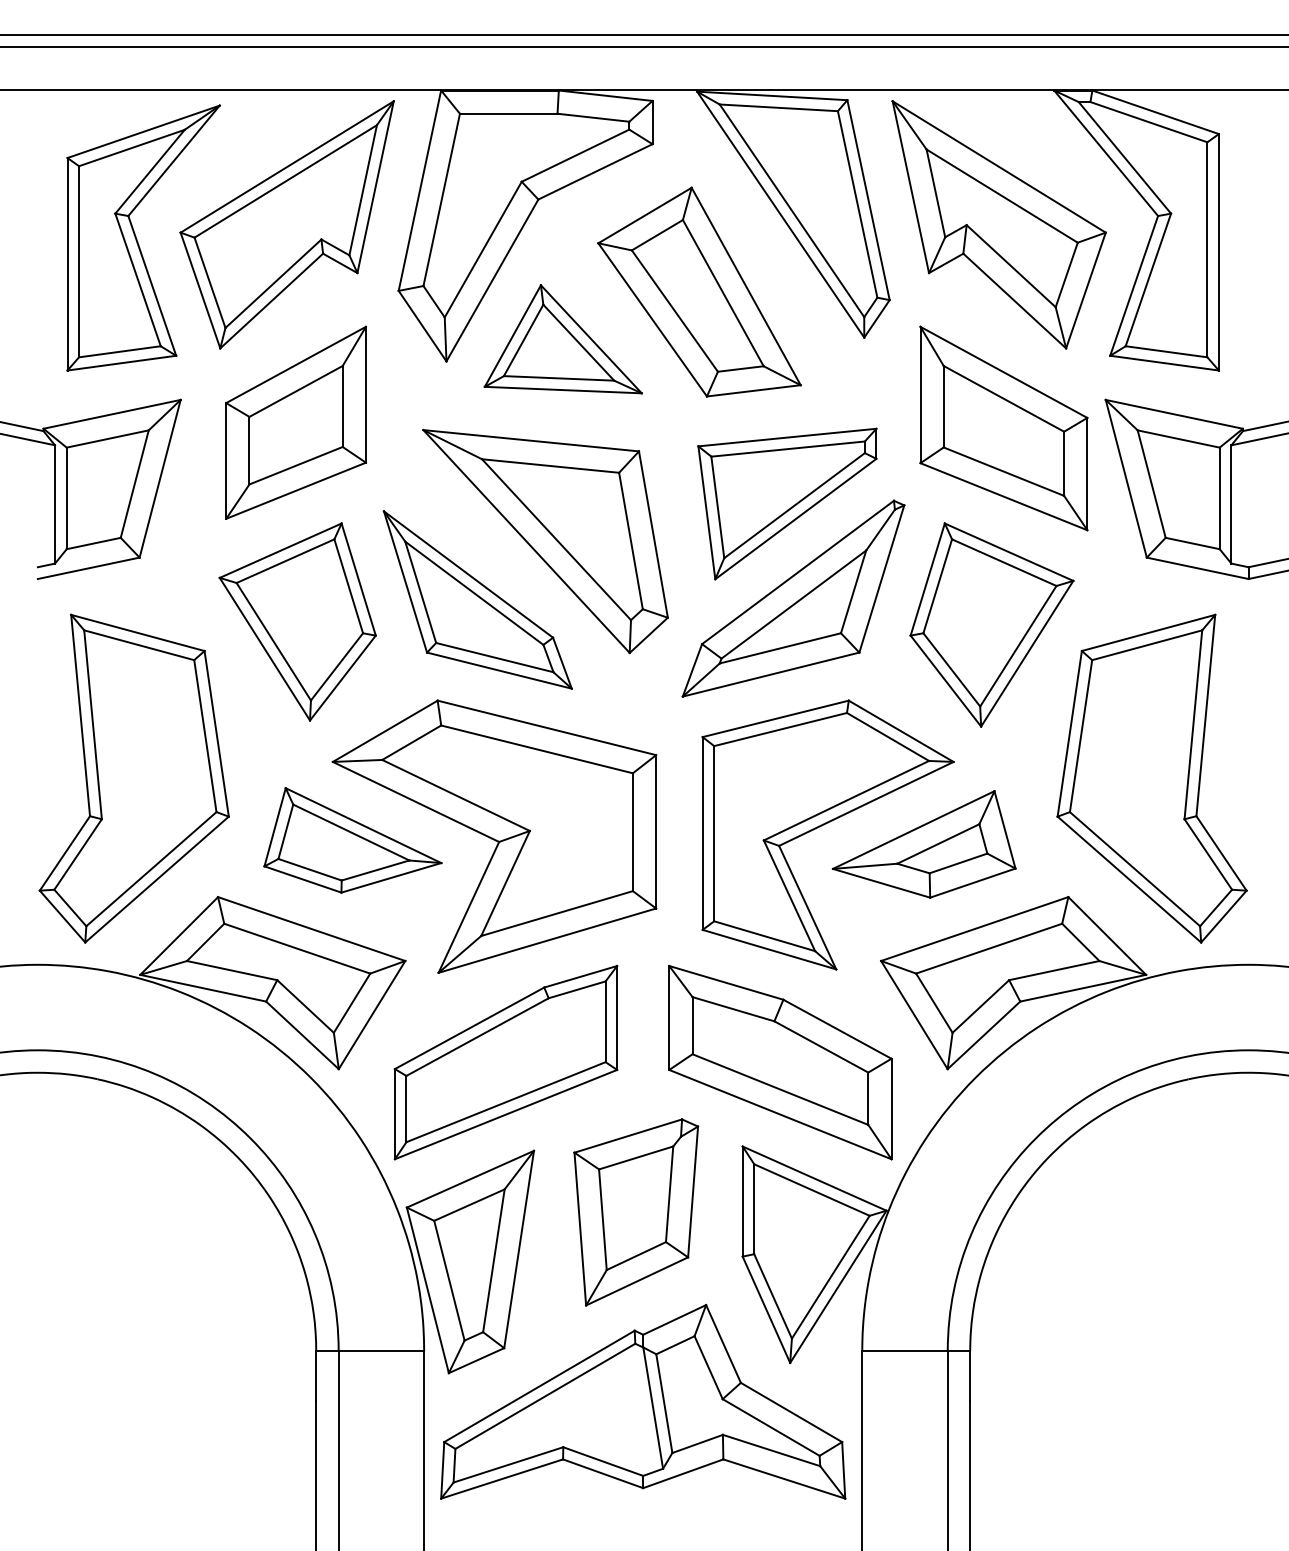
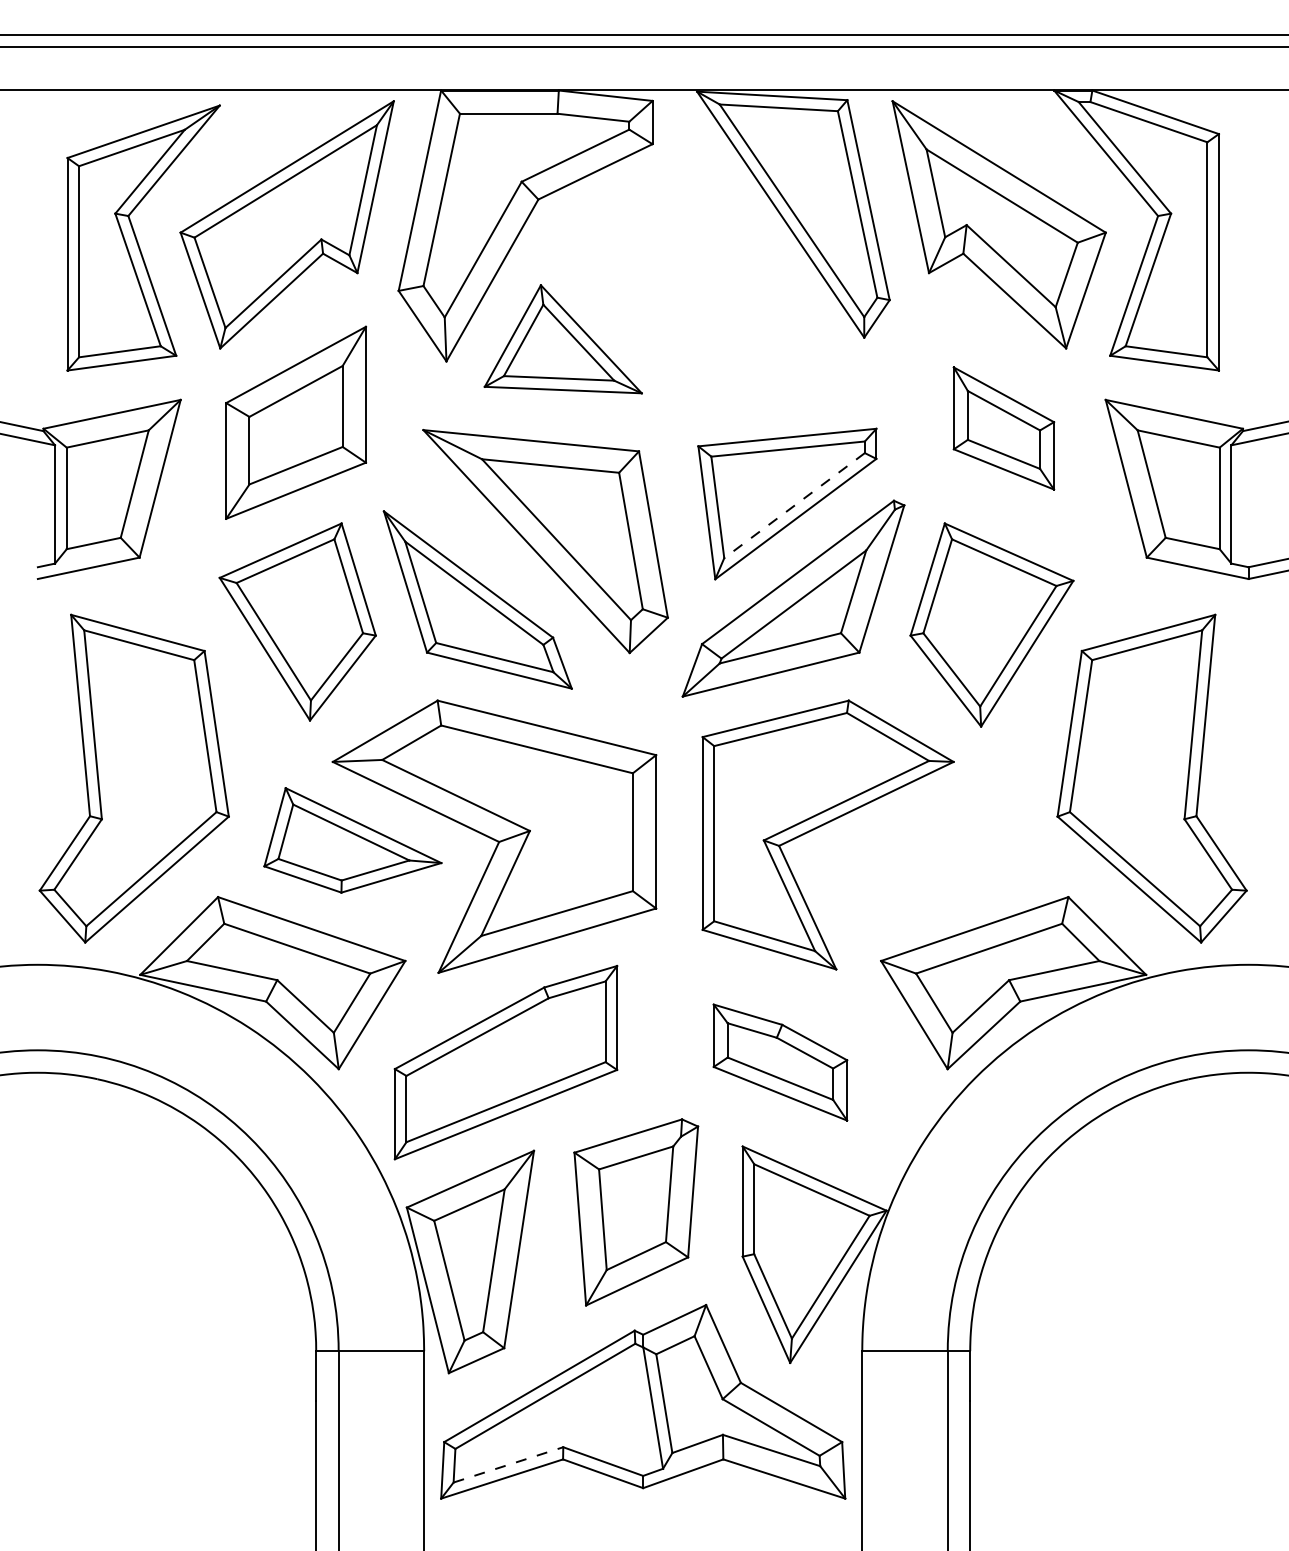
part at (699, 291): present -> none
part at (1003, 428) size: 170x207 px -> 104x125 px
line at (794, 505): solid -> dashed
part at (923, 844): present -> none
part at (780, 1062) size: 225x197 px -> 137x119 px
line at (508, 1464): solid -> dashed
